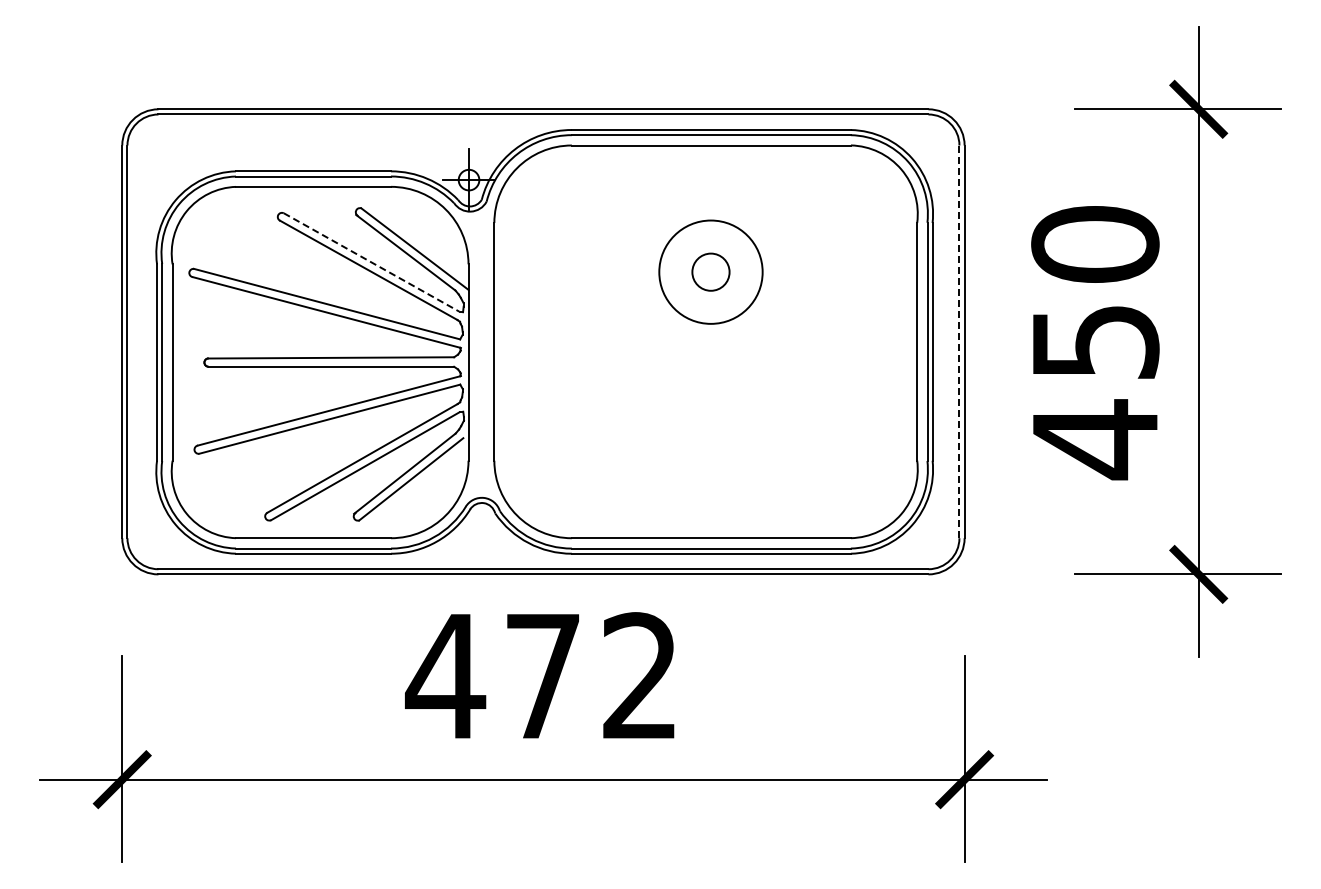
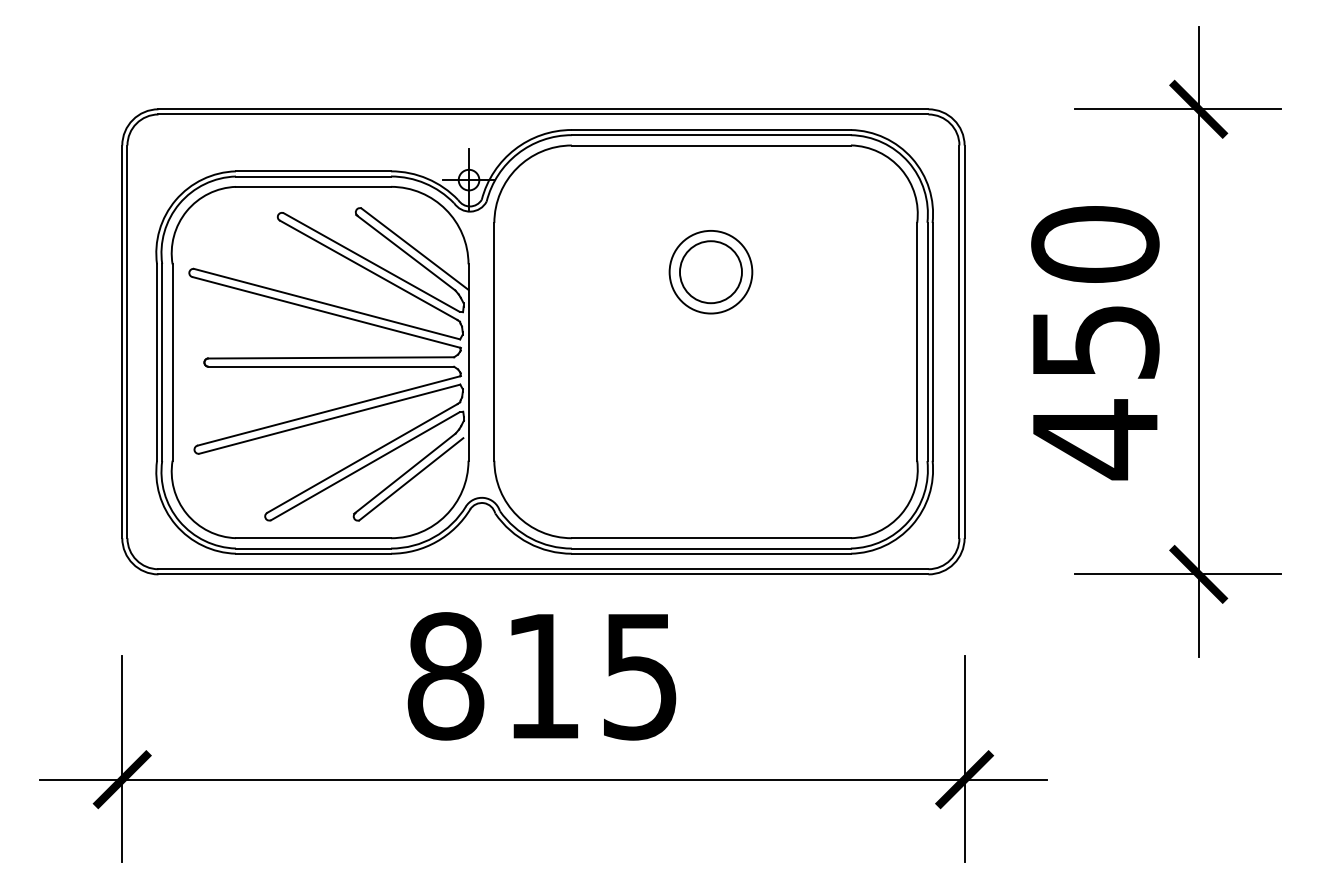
line at (371, 262): dashed -> solid
circle at (710, 271) diameter: 103 px -> 83 px
circle at (710, 271) diameter: 37 px -> 62 px
line at (959, 342): dashed -> solid
text at (540, 676): 472 -> 815
